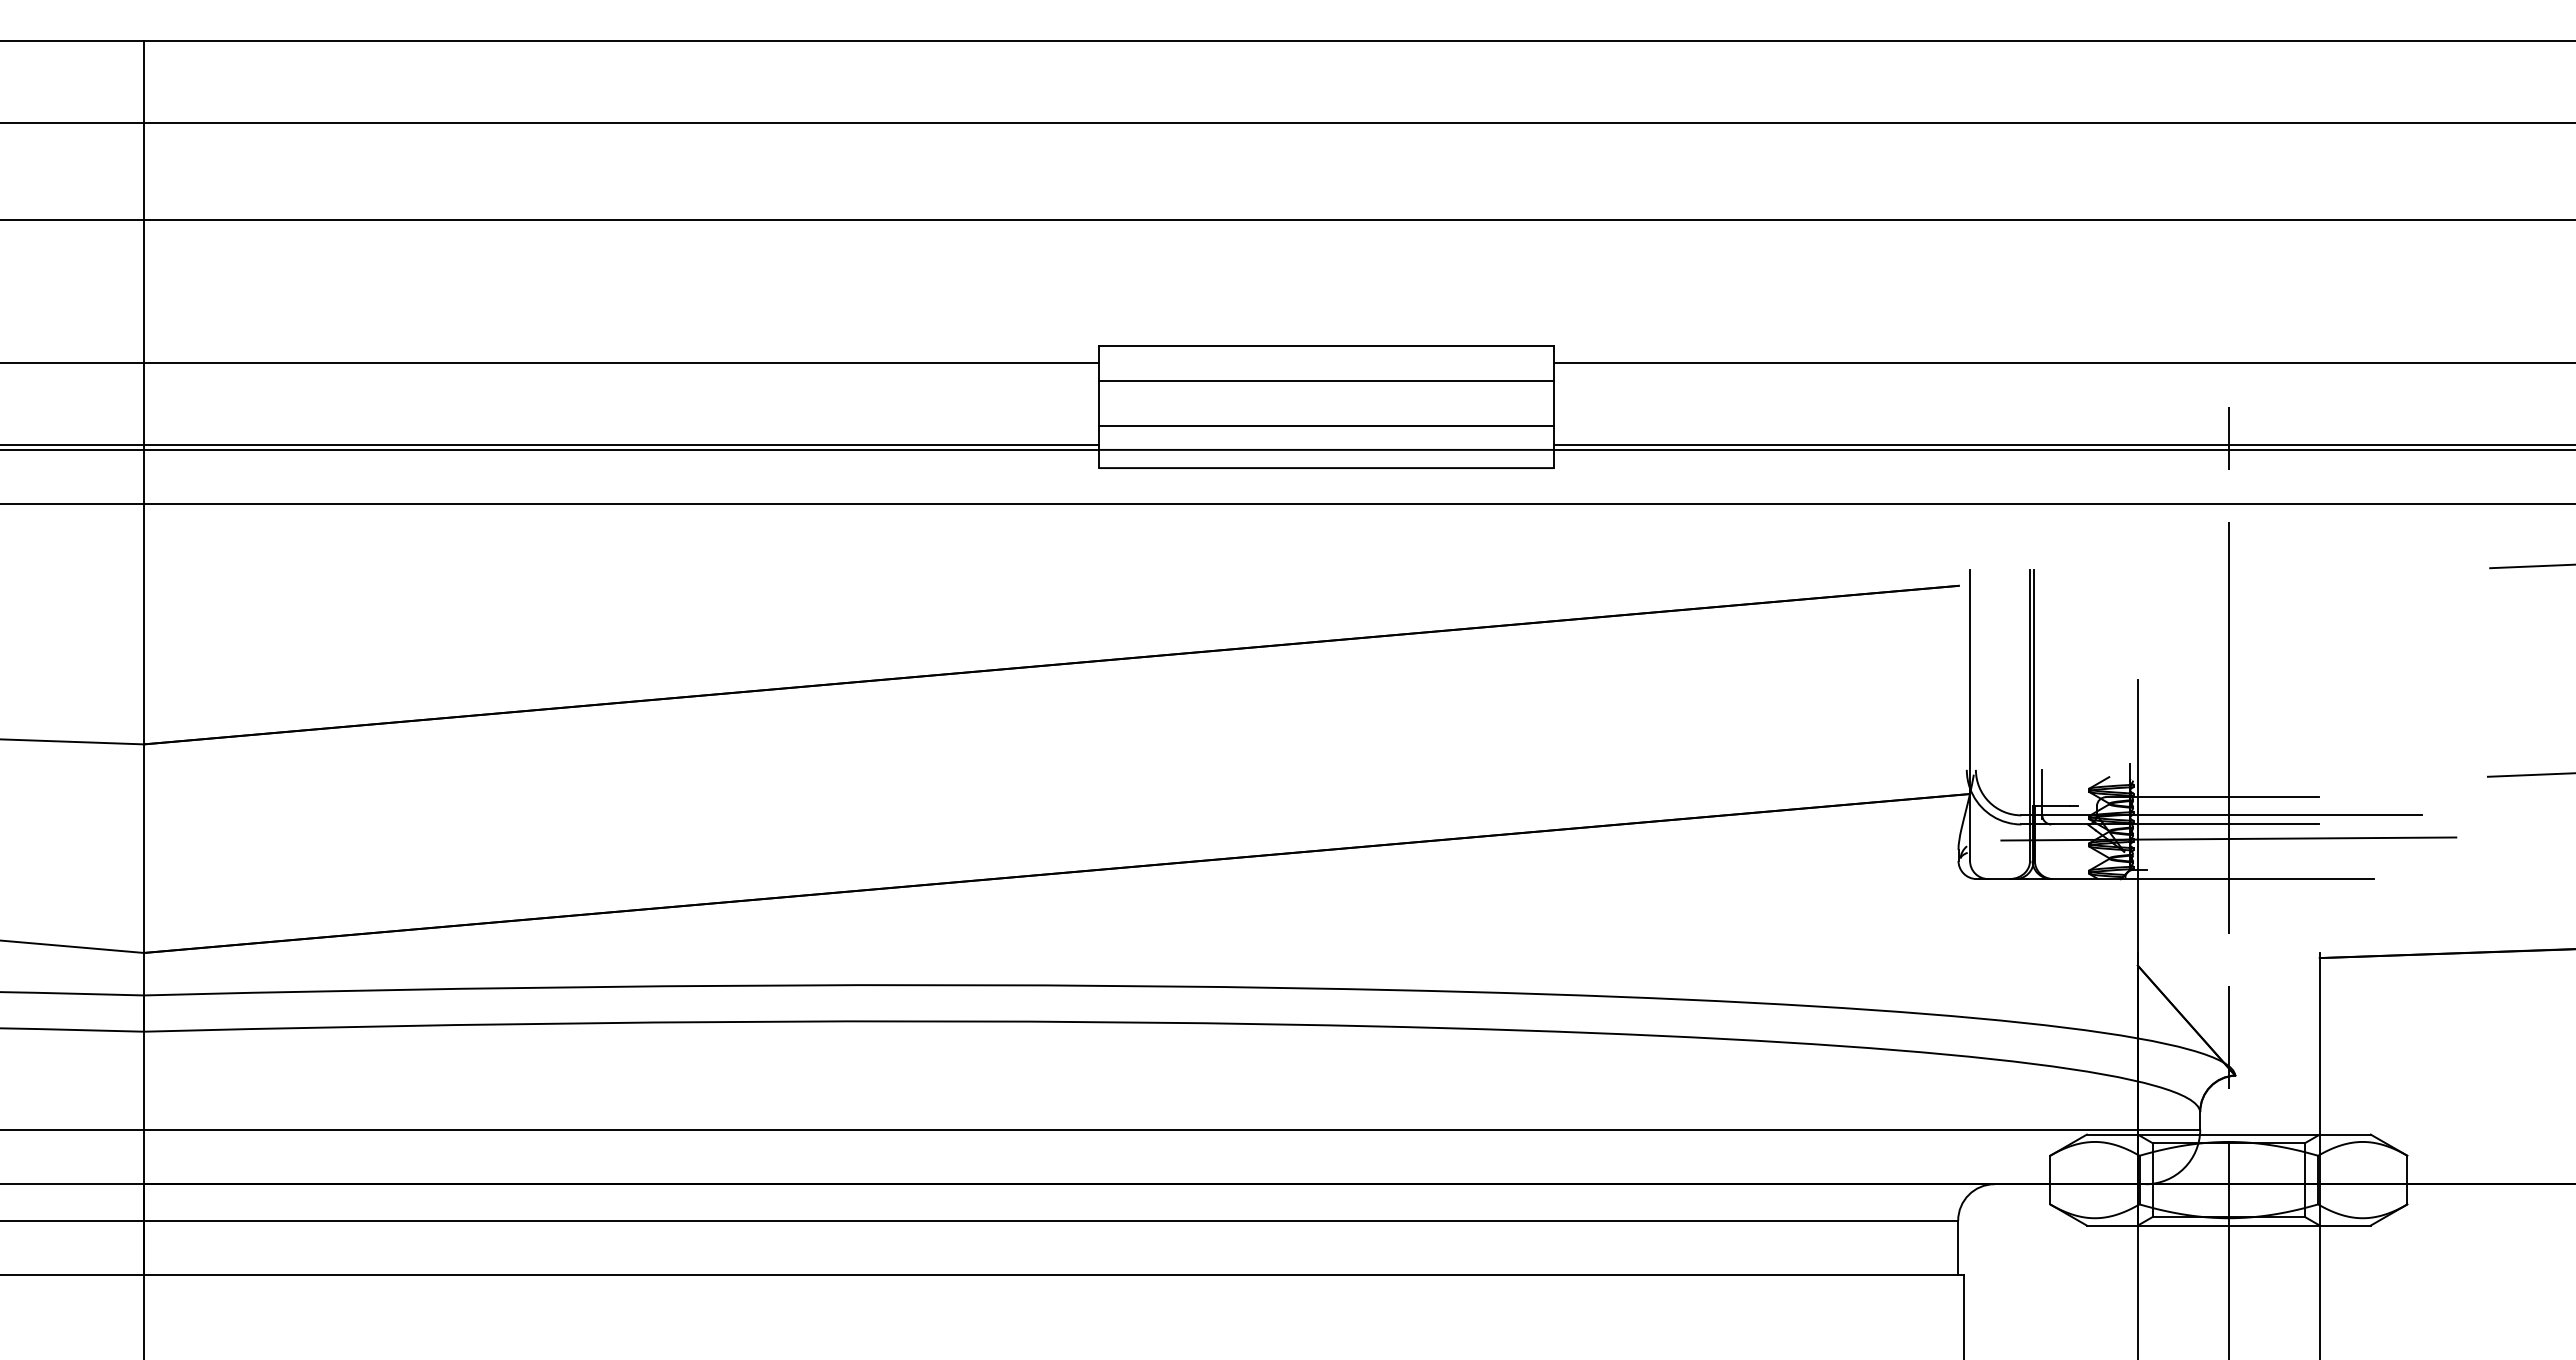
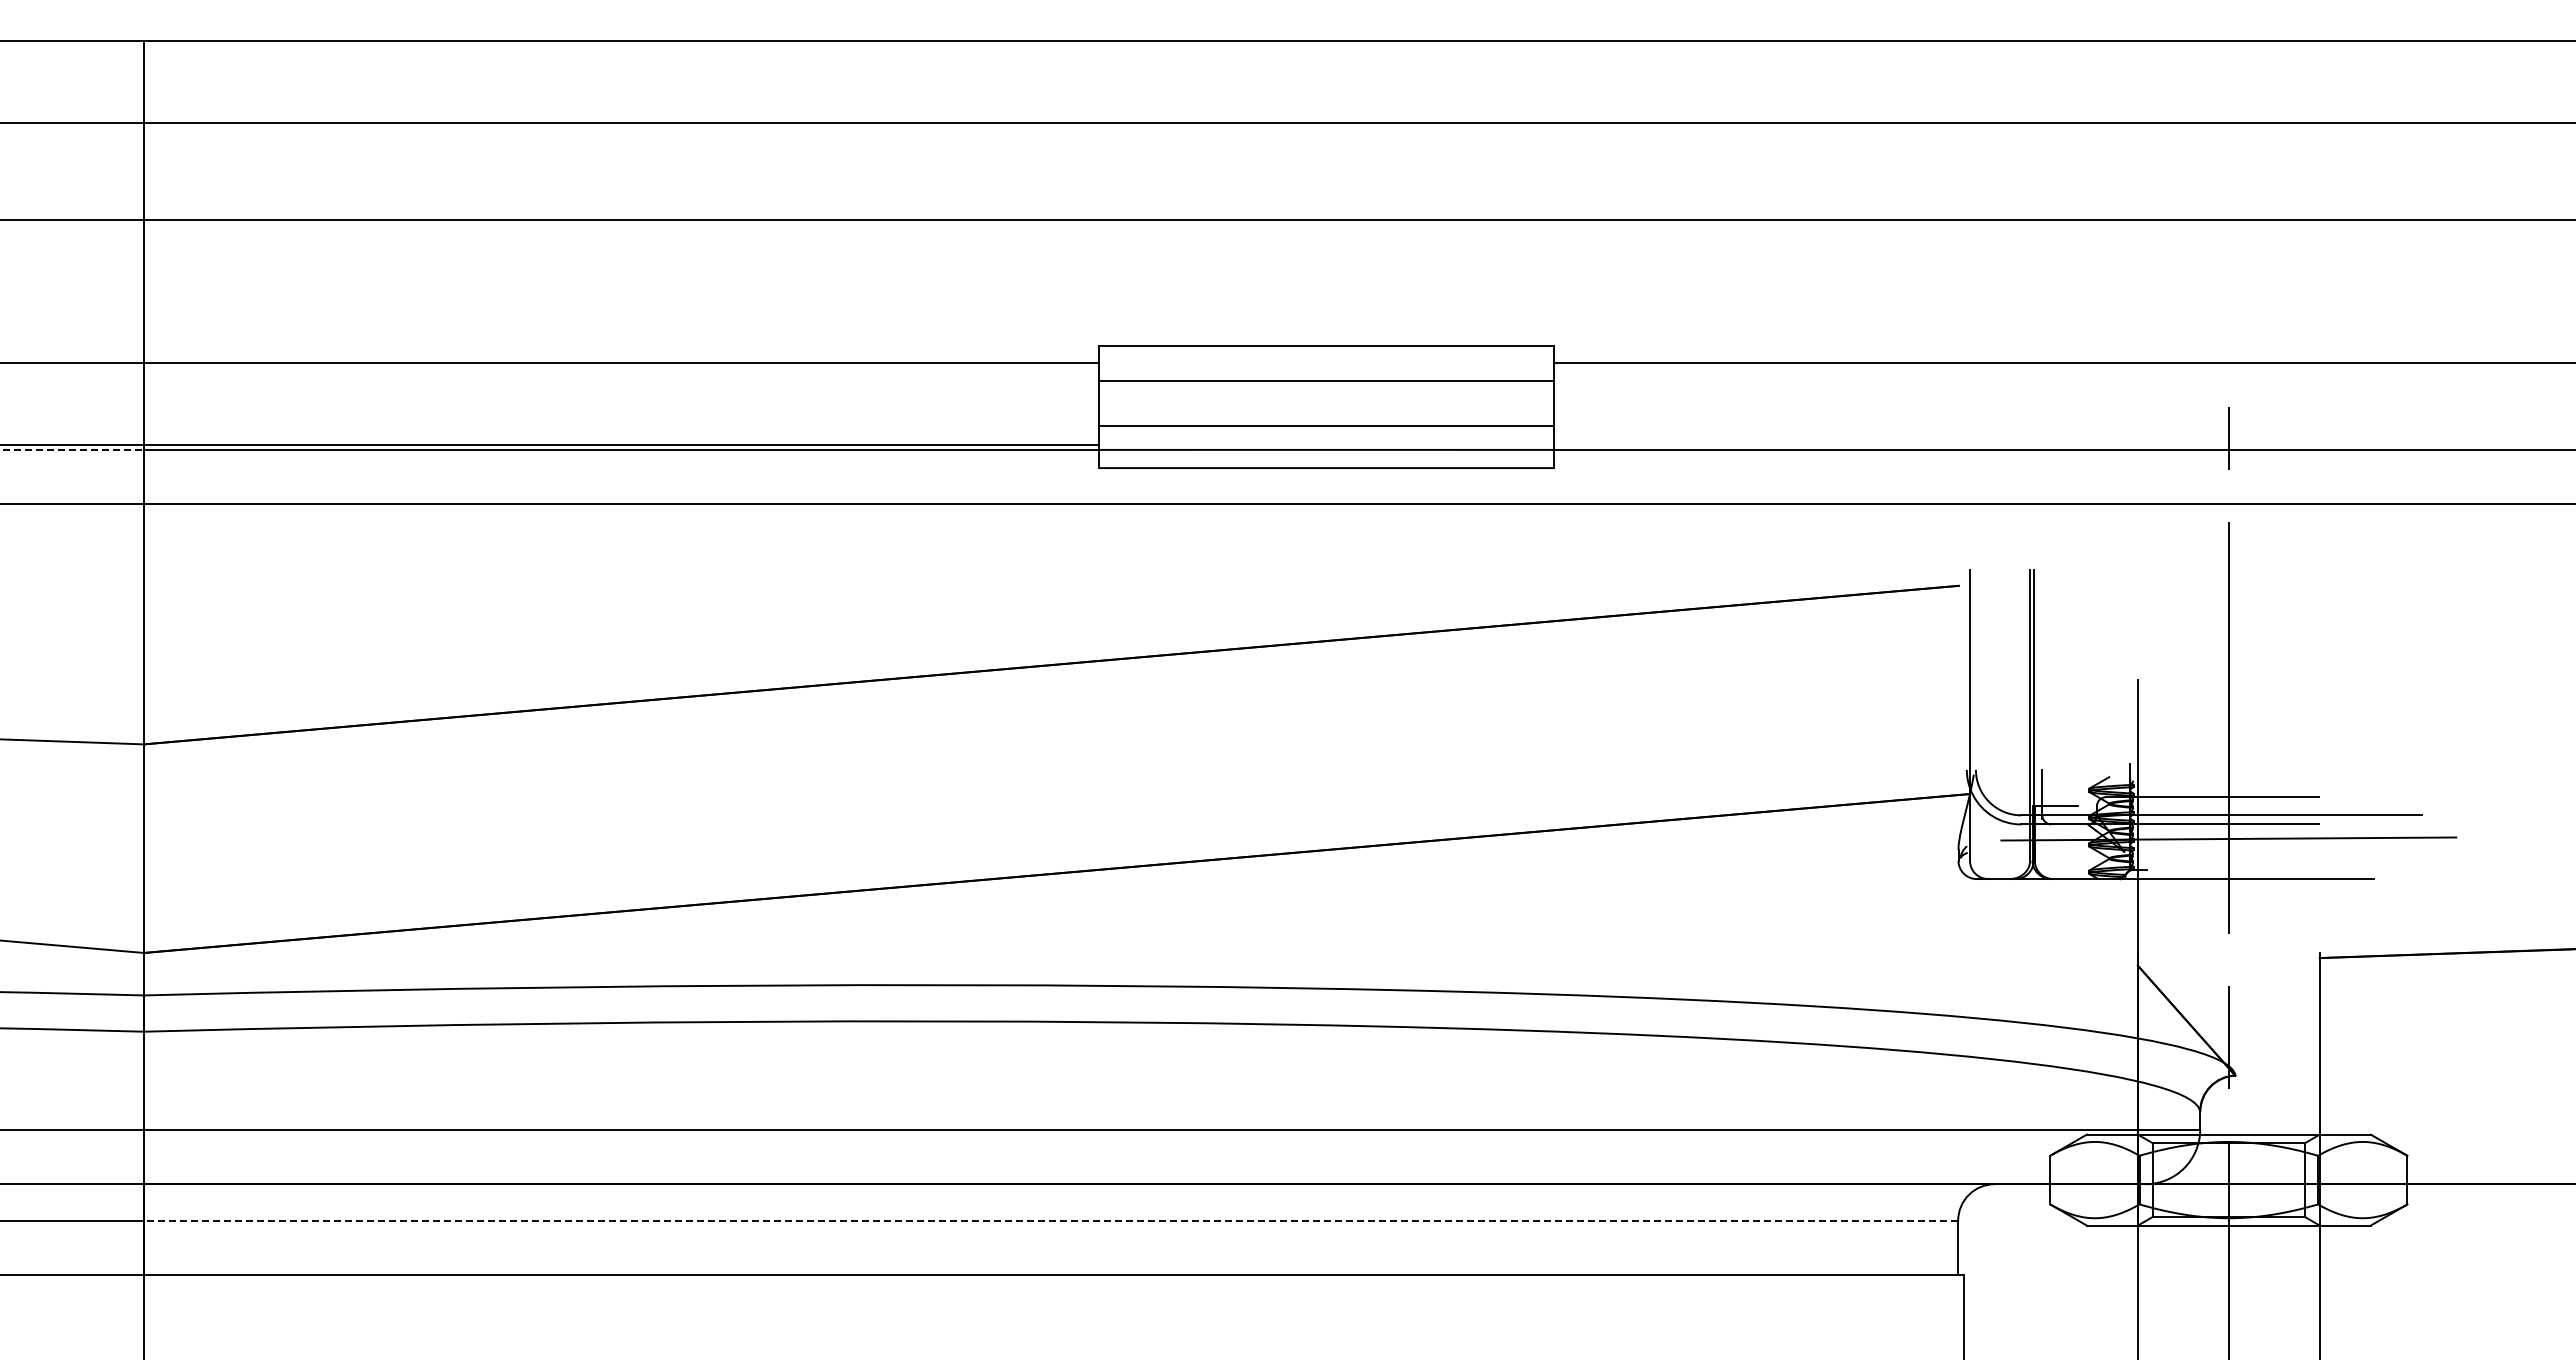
line at (2063, 444): present -> none
line at (72, 449): solid -> dashed
line at (2531, 566): present -> none
line at (2529, 774): present -> none
line at (1050, 1220): solid -> dashed
